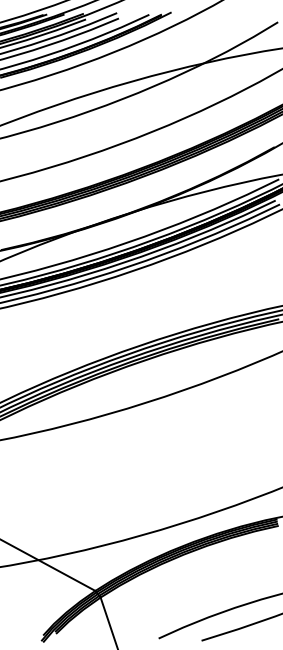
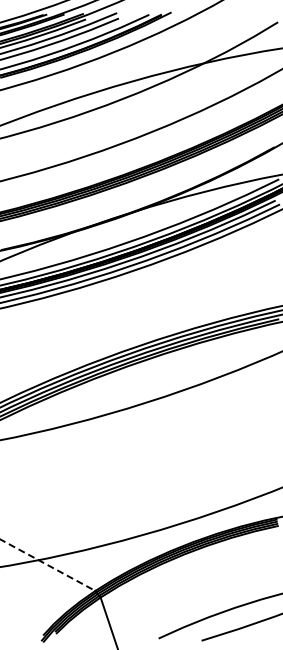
line at (48, 565): solid -> dashed
